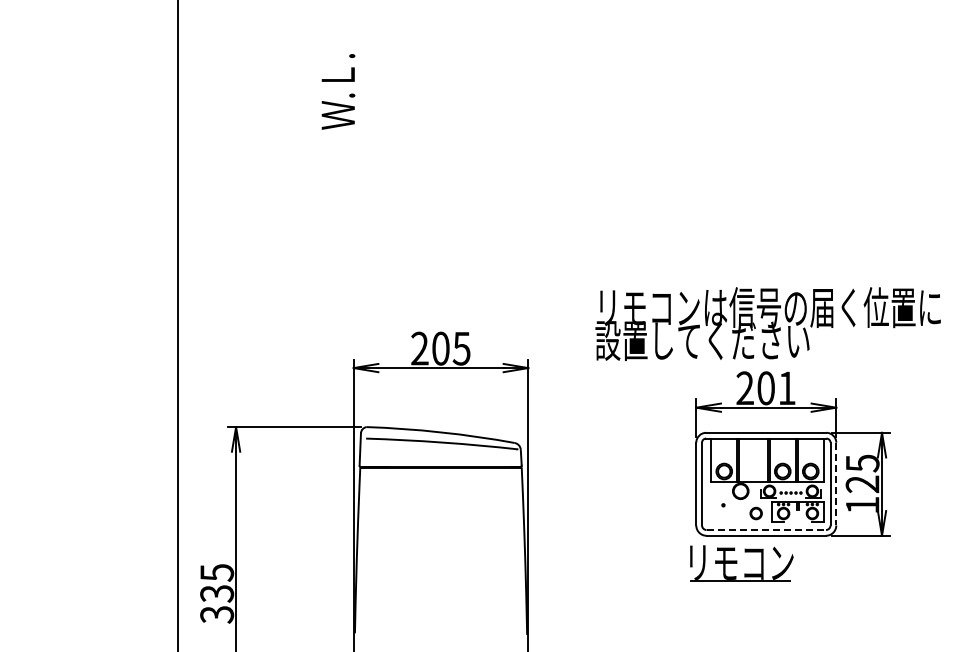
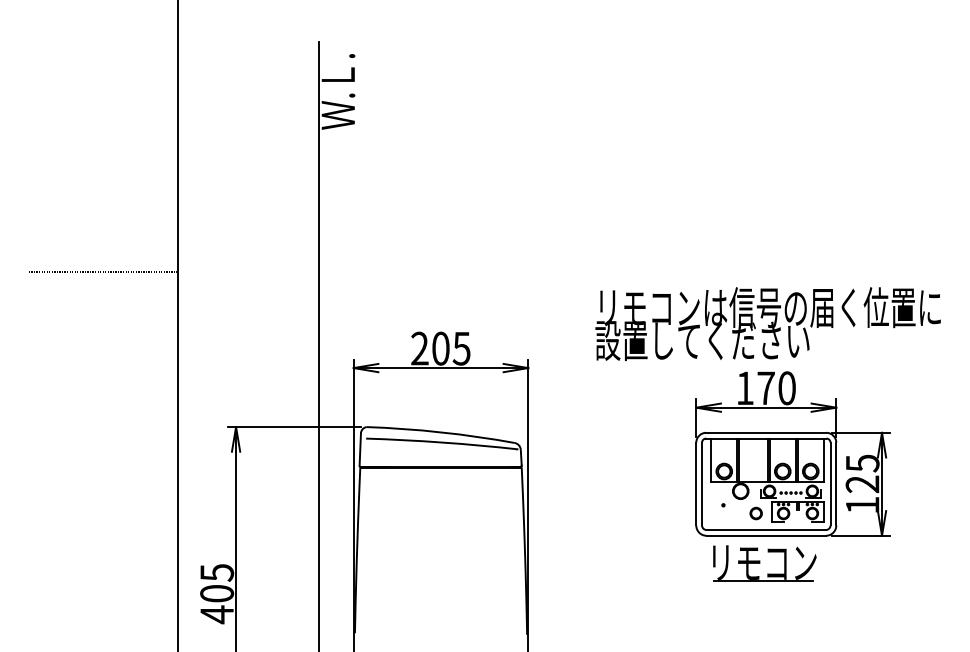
line at (103, 271): none -> present
line at (319, 344): none -> present
text at (765, 388): 201 -> 170
line at (836, 484): dashed -> solid
line at (766, 530): dashed -> solid
part at (741, 563) position: (741, 563) -> (764, 563)
text at (217, 604): 335 -> 405
